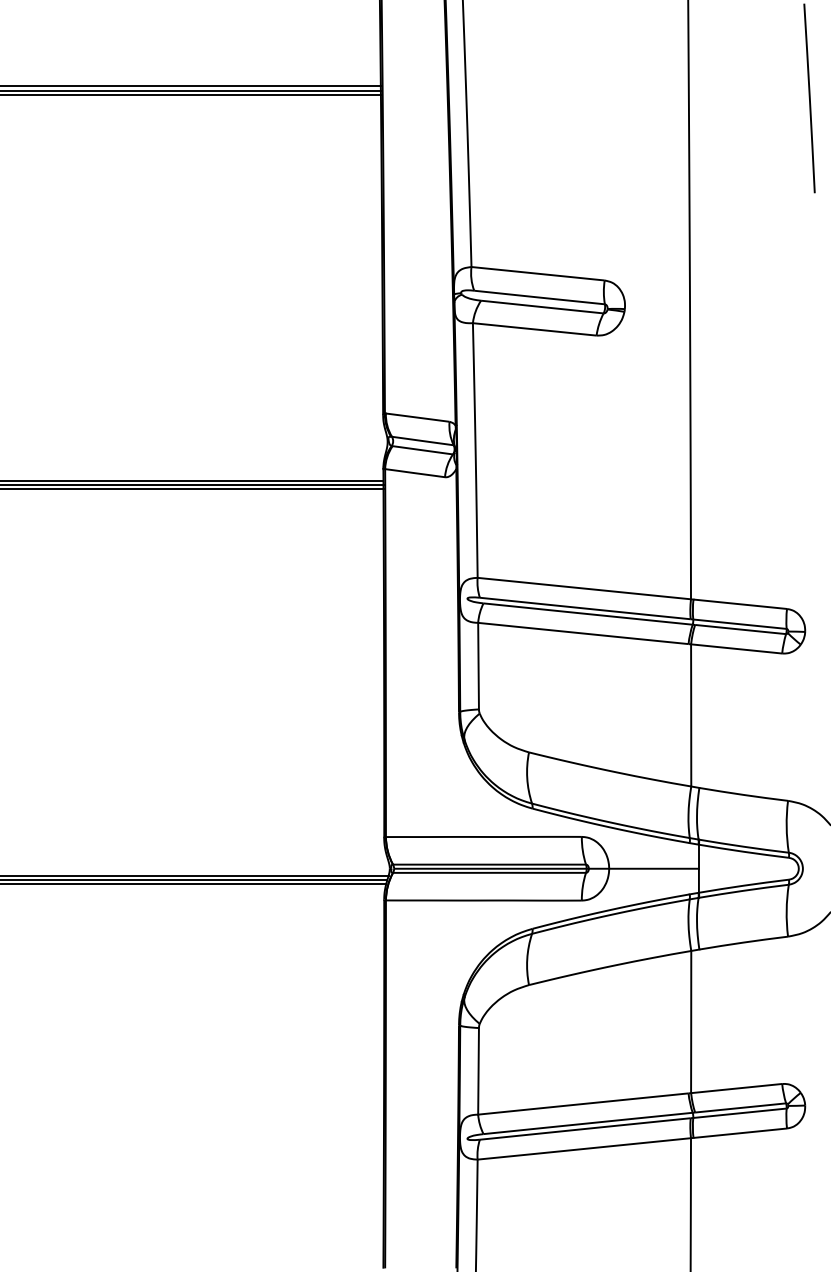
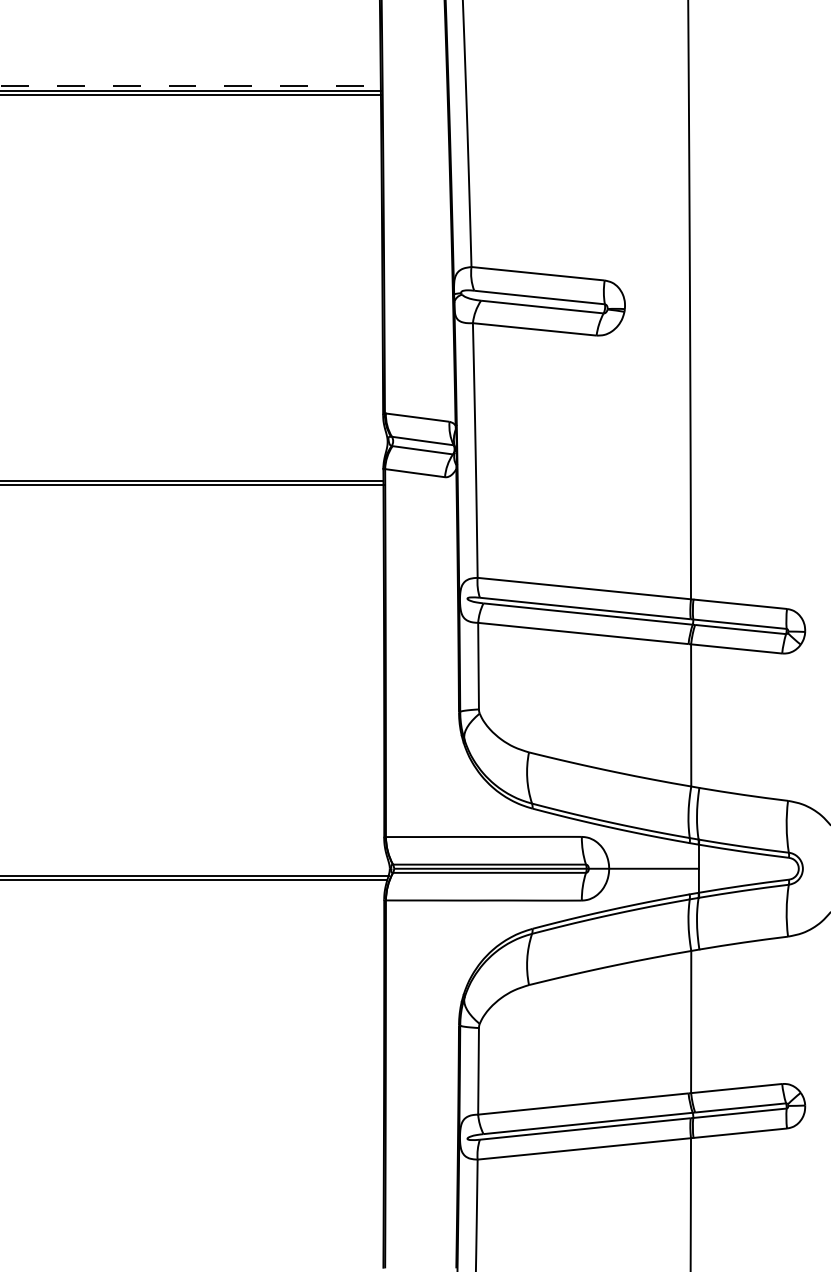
line at (190, 86): solid -> dashed
line at (809, 98): present -> none
line at (192, 489): present -> none
line at (194, 884): present -> none
